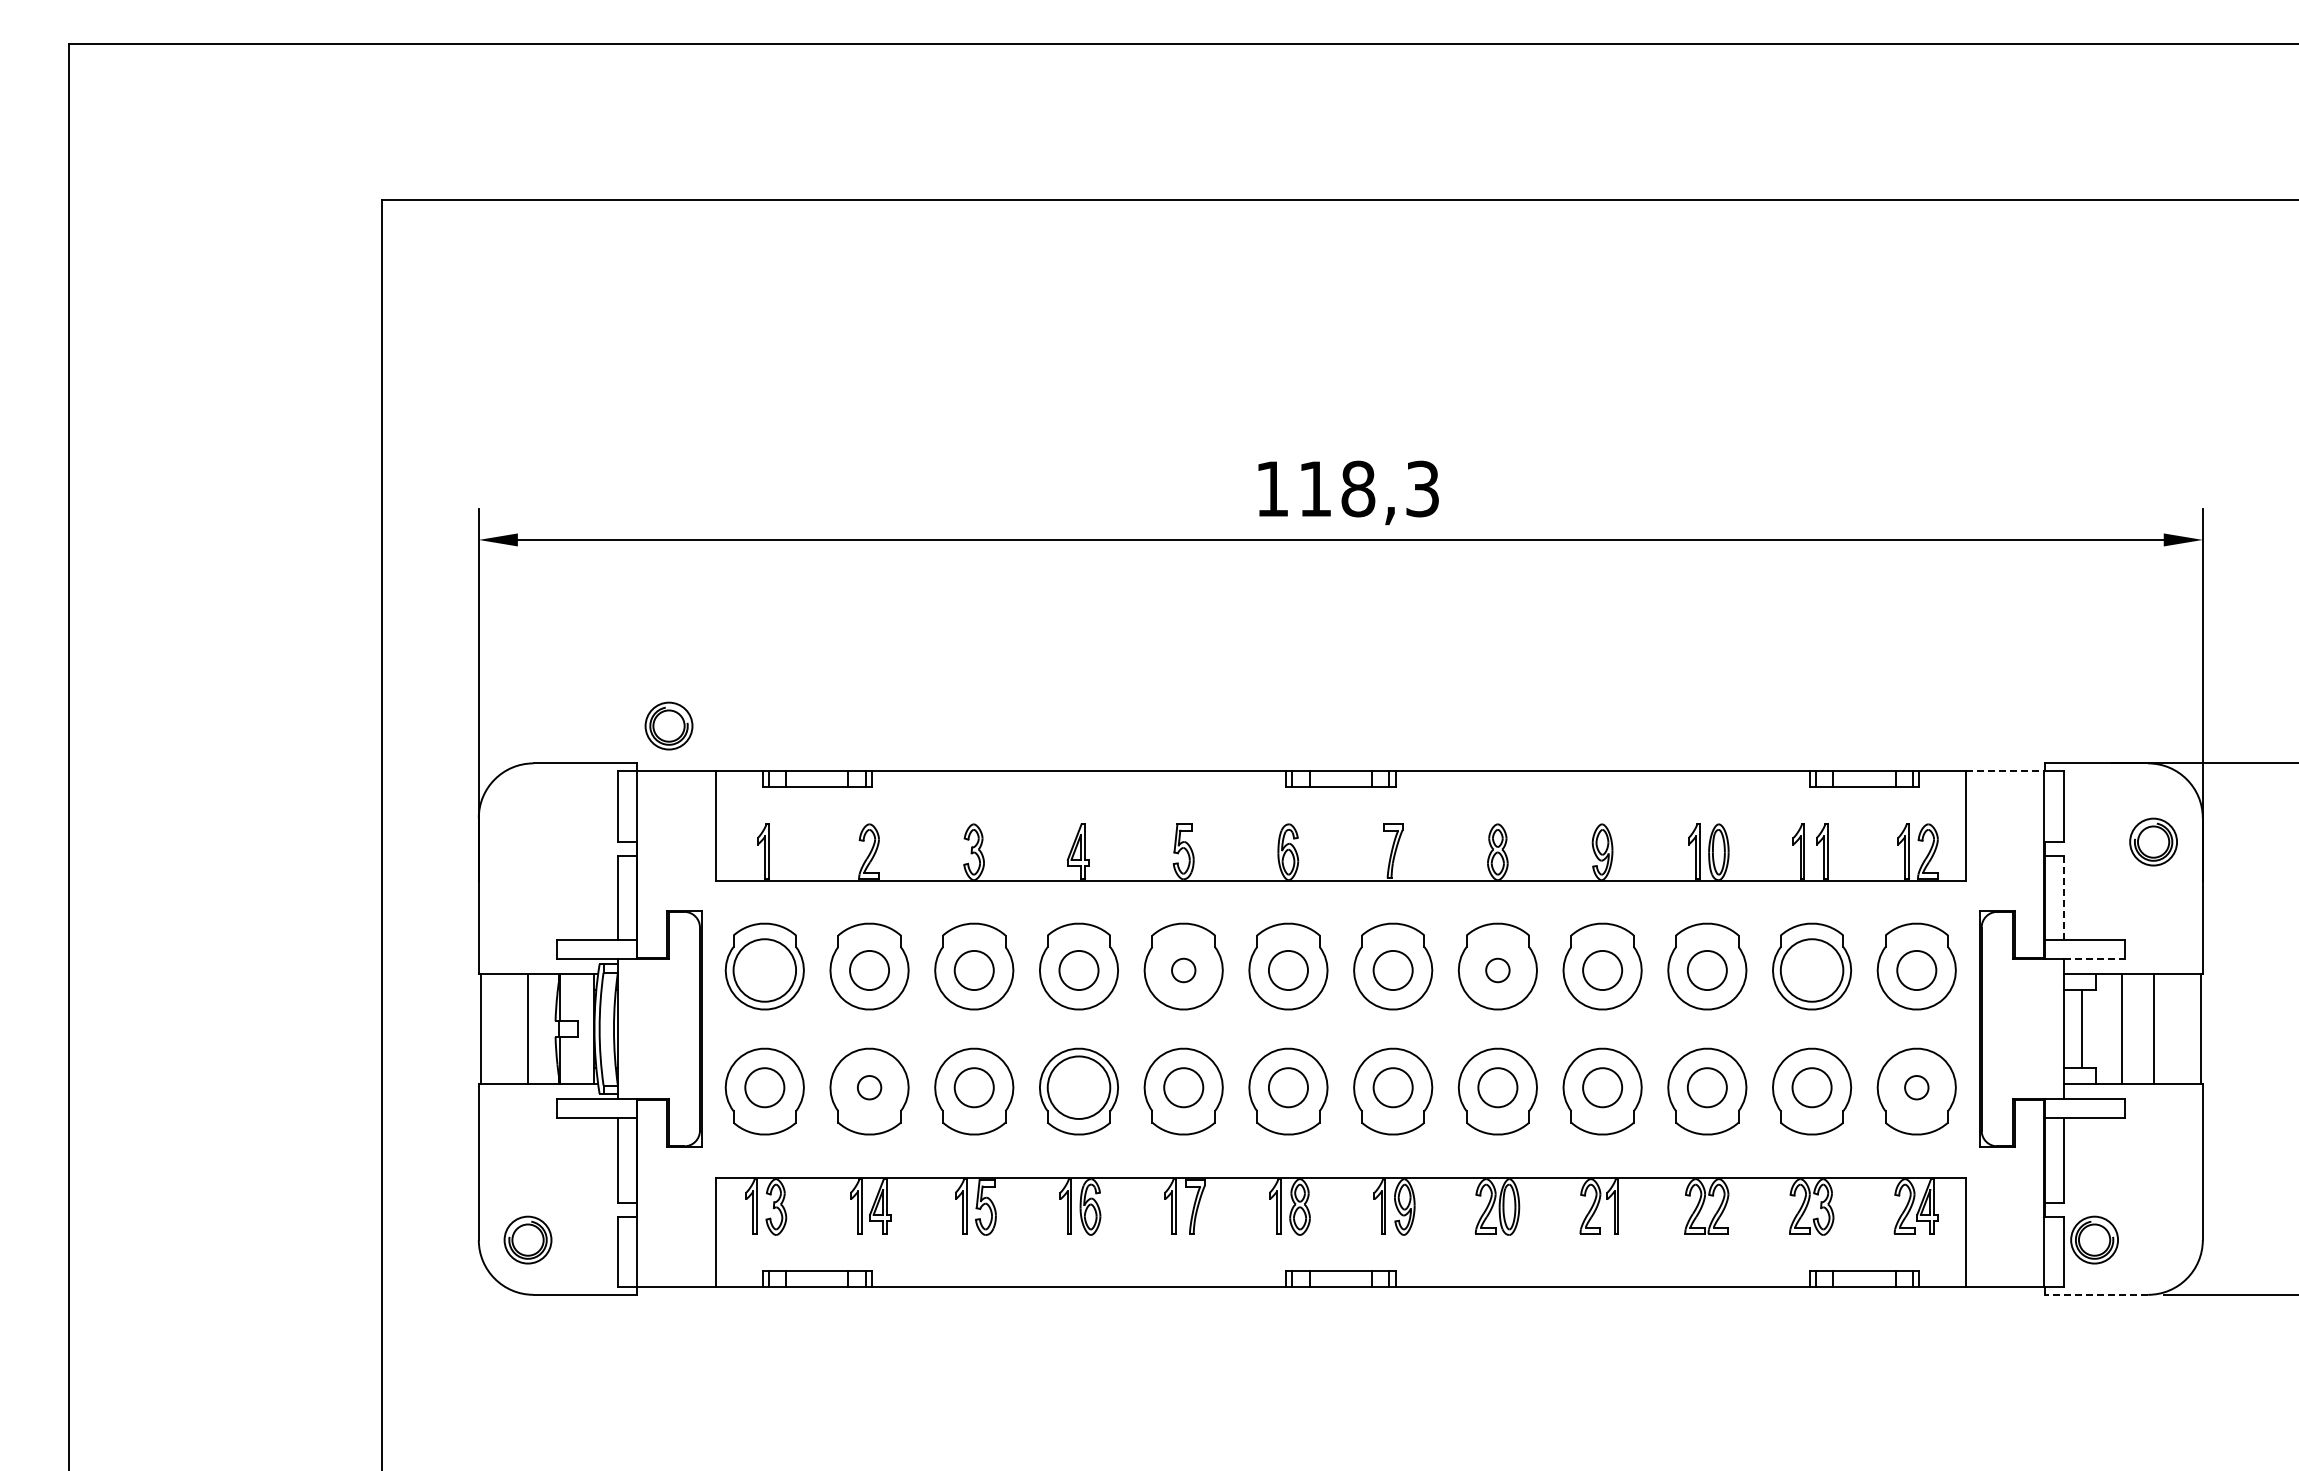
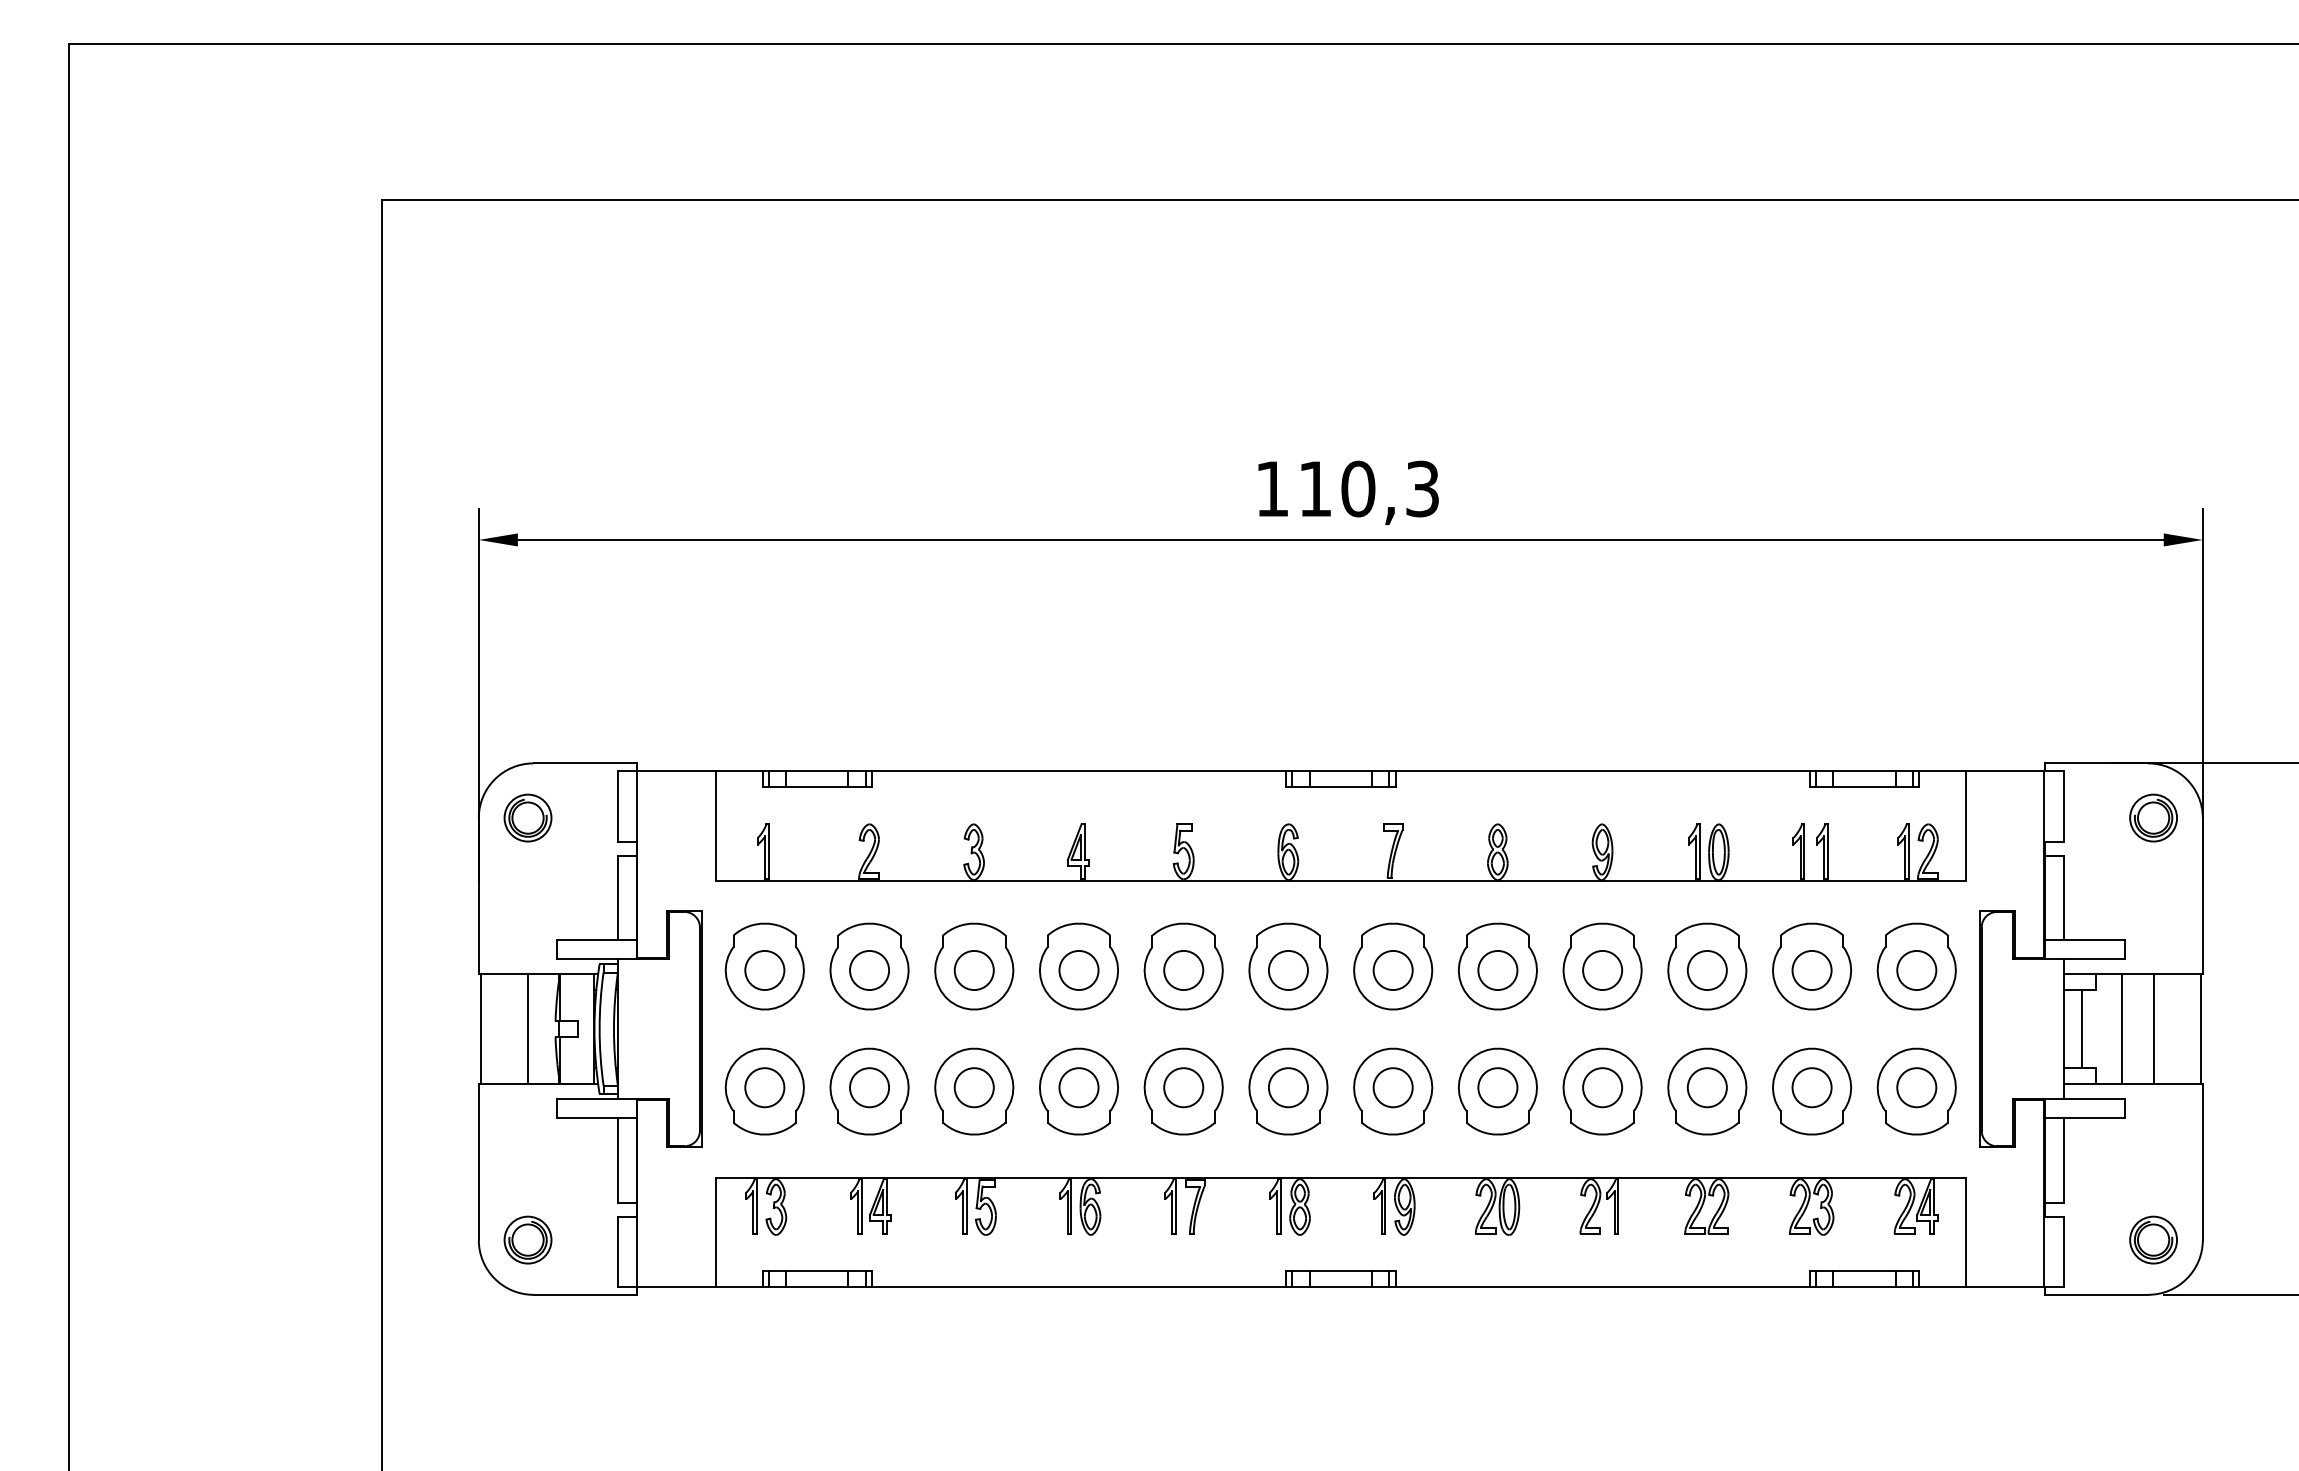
text at (1358, 489): 118,3 -> 110,3
part at (668, 725) position: (668, 725) -> (527, 817)
line at (2005, 771): dashed -> solid
part at (2153, 841) position: (2153, 841) -> (2153, 817)
line at (2063, 897): dashed -> solid
line at (2094, 958): dashed -> solid
circle at (764, 970) diameter: 63 px -> 39 px
circle at (1183, 970) diameter: 23 px -> 39 px
circle at (1497, 970) diameter: 23 px -> 39 px
circle at (1811, 970) diameter: 63 px -> 39 px
circle at (869, 1087) diameter: 23 px -> 39 px
circle at (1078, 1087) diameter: 63 px -> 39 px
circle at (1916, 1087) diameter: 23 px -> 39 px
part at (2094, 1239) position: (2094, 1239) -> (2153, 1239)
line at (2096, 1294): dashed -> solid
